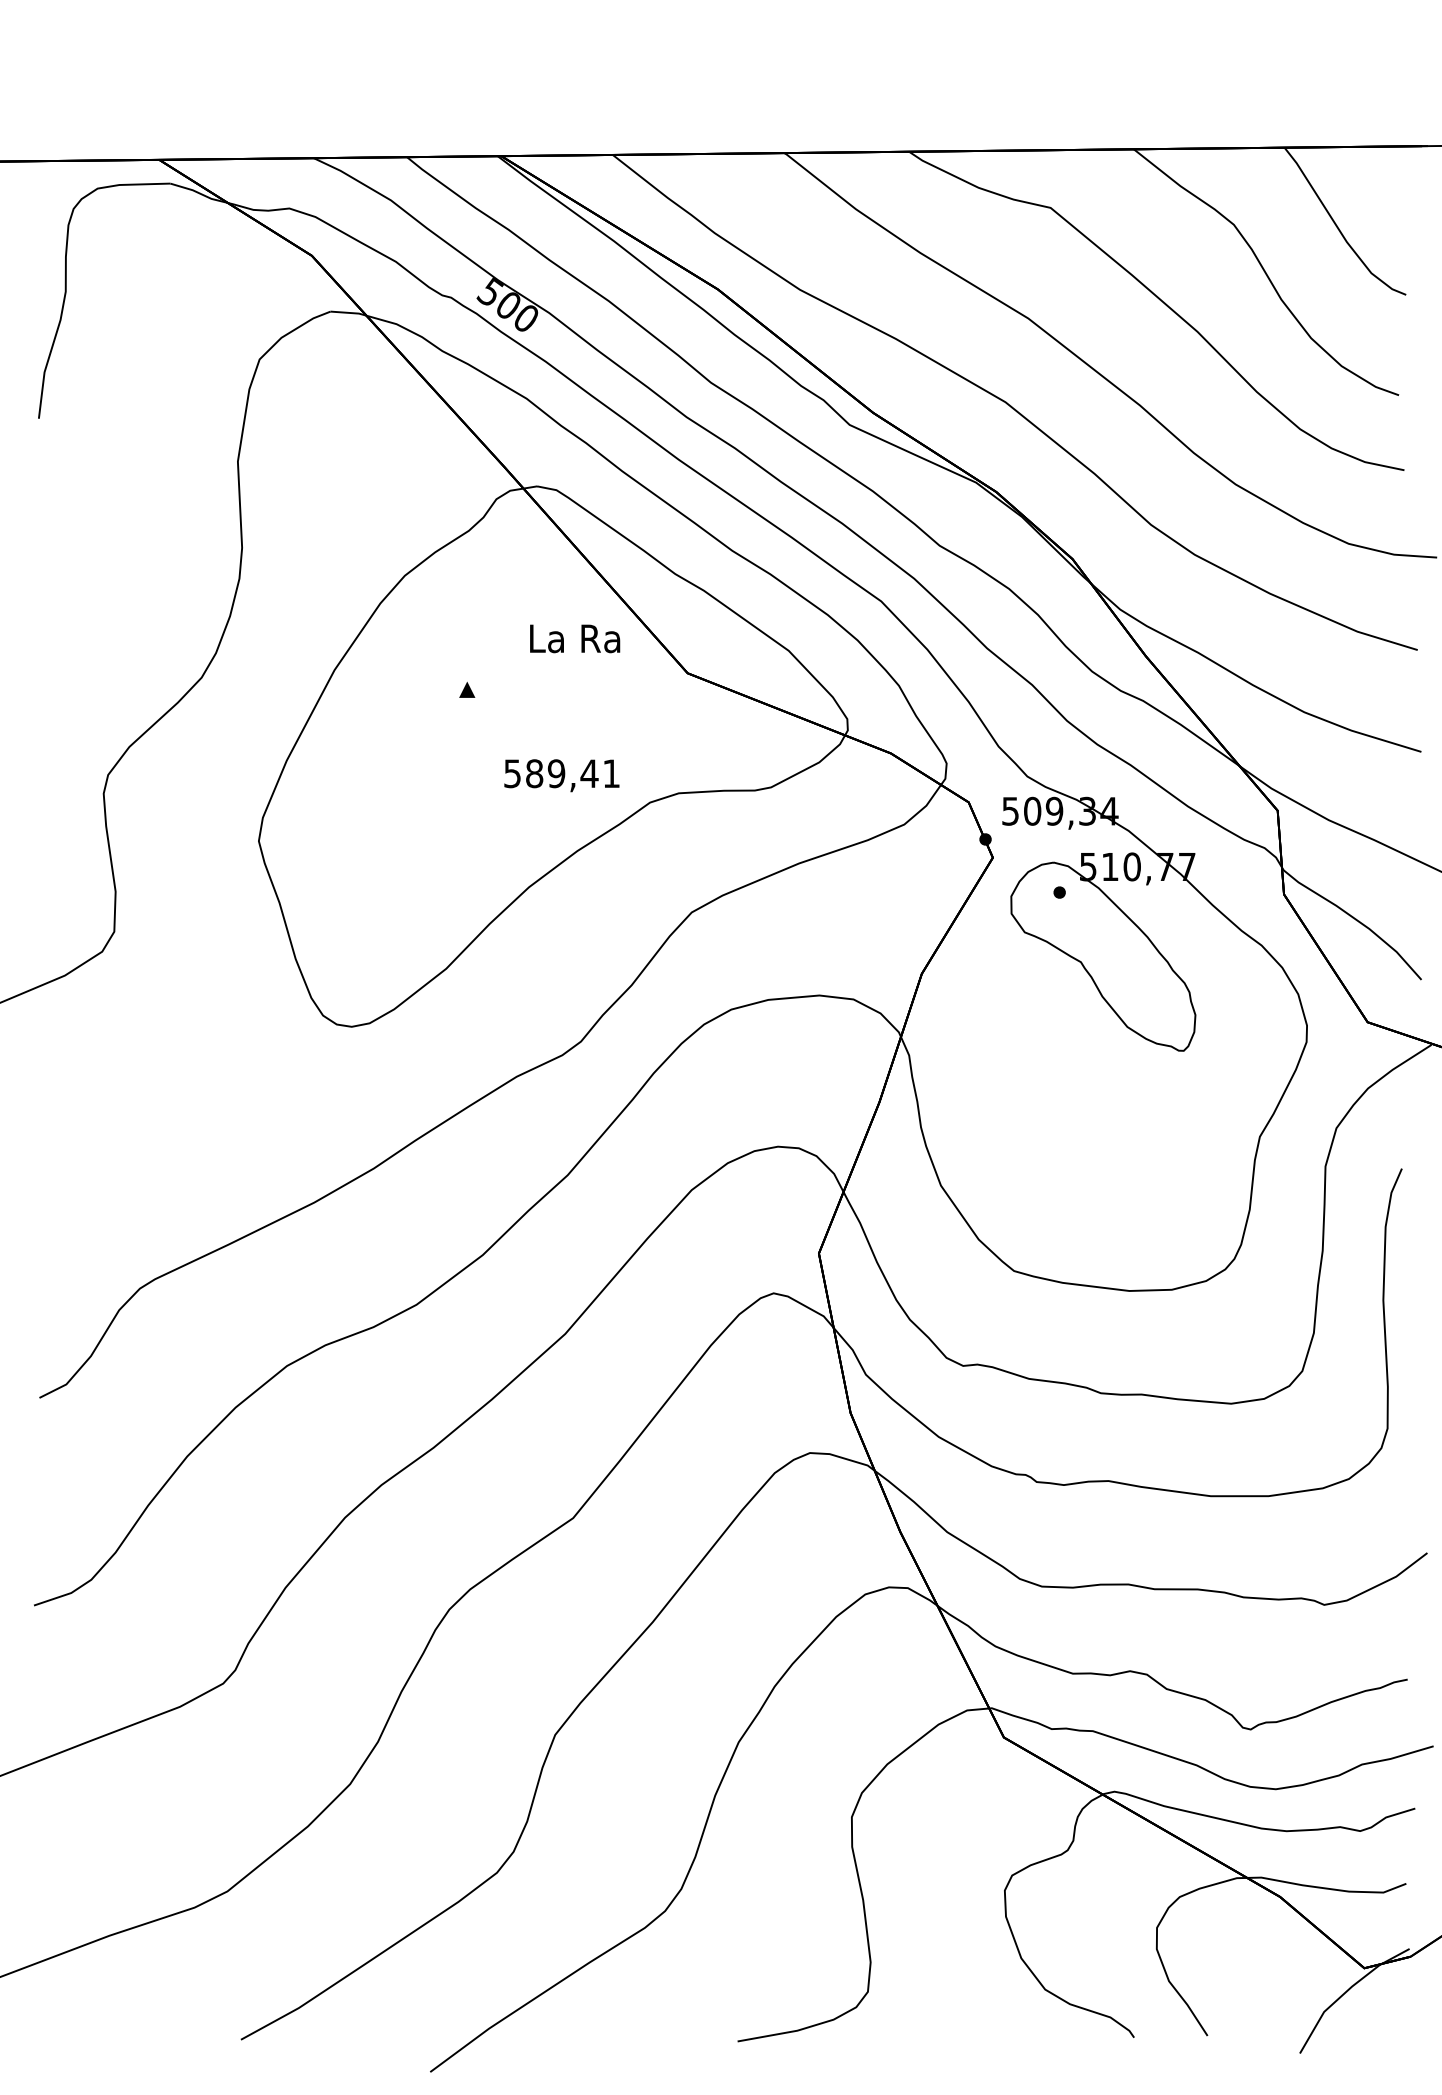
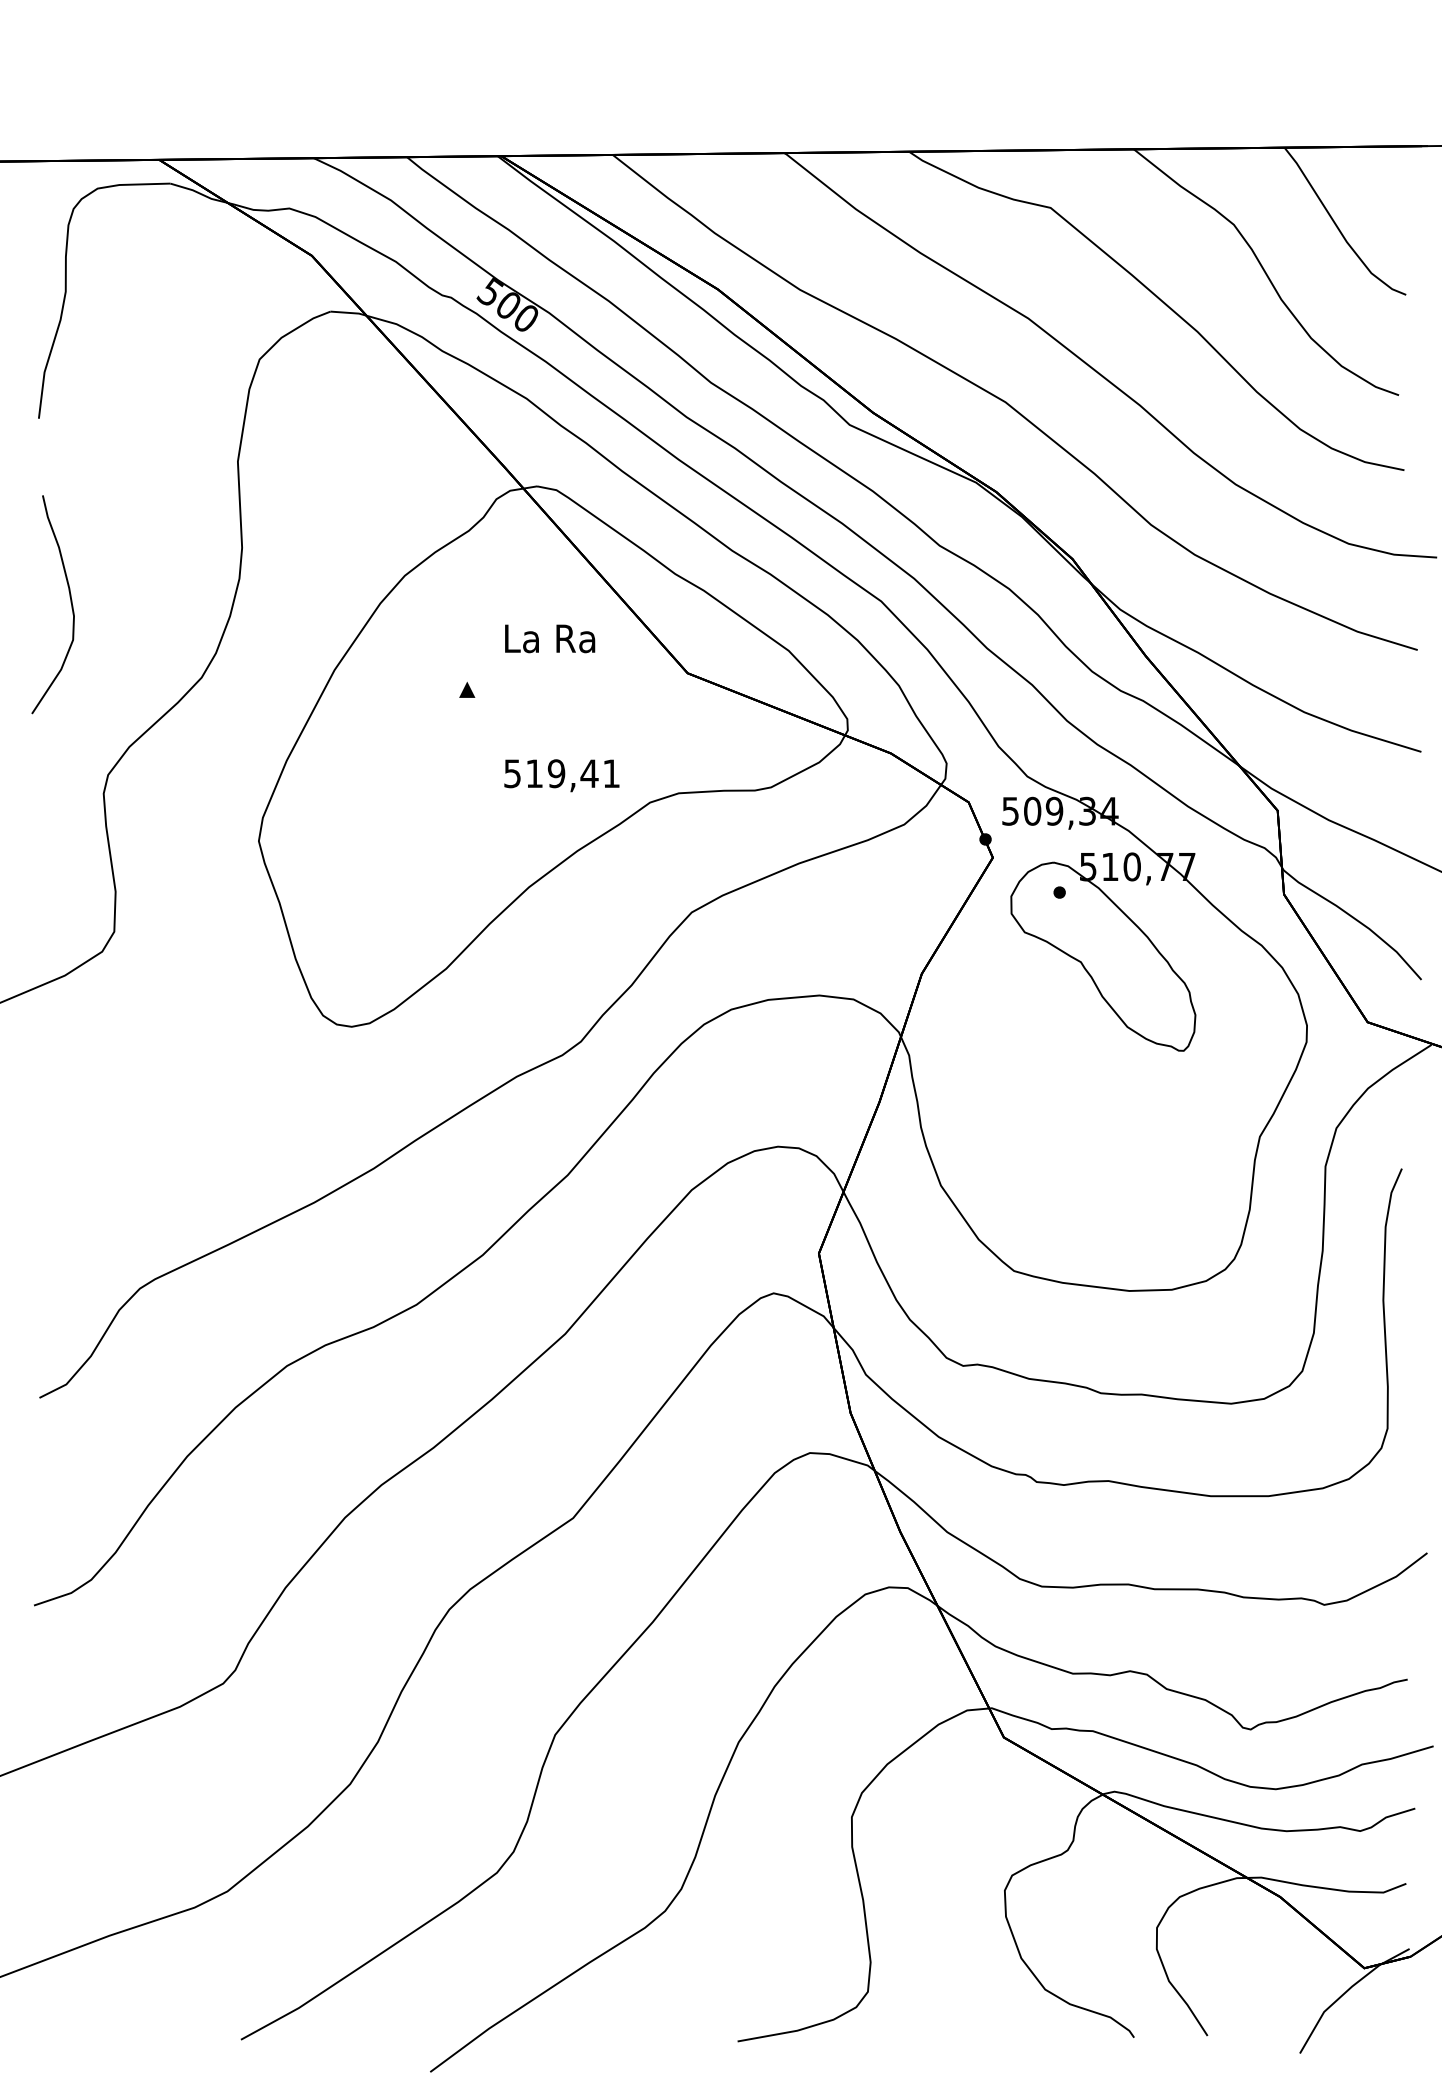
curve at (70, 602): none -> present
text at (575, 638) position: (575, 638) -> (550, 638)
text at (534, 773): 589,41 -> 519,41
